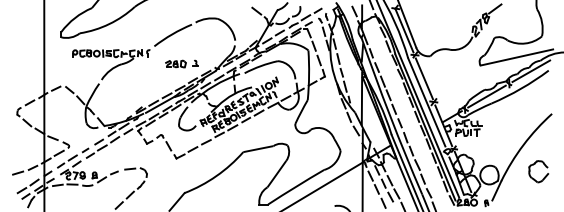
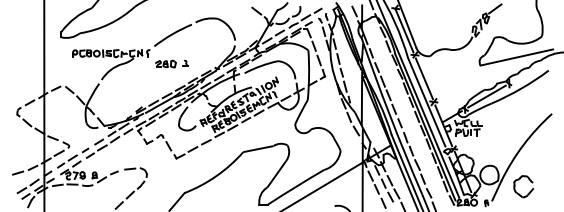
part at (181, 63) position: (181, 63) -> (171, 63)
line at (531, 71): present -> none
part at (535, 164) position: (535, 164) -> (520, 179)
